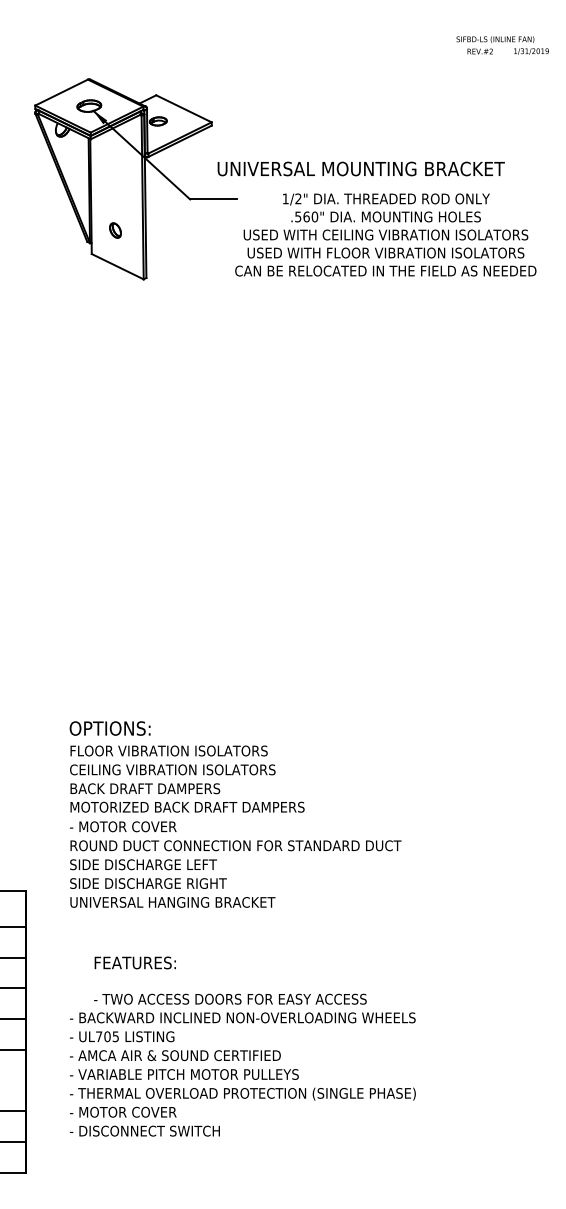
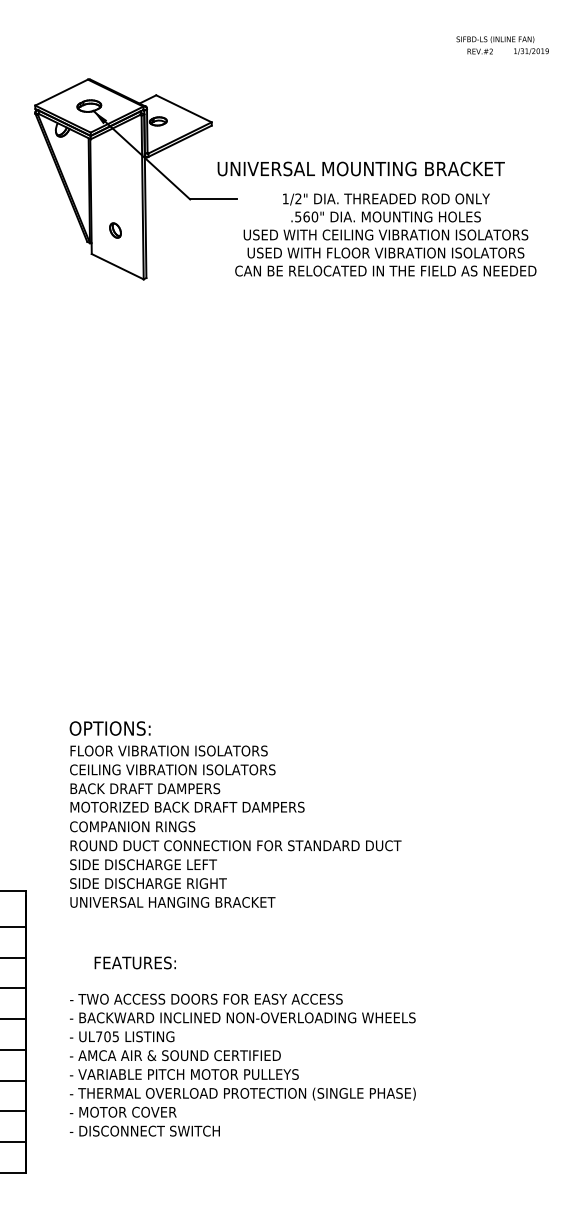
text at (132, 826): - MOTOR COVER -> COMPANION RINGS
text at (230, 998) position: (230, 998) -> (206, 998)
line at (14, 1080): none -> present
